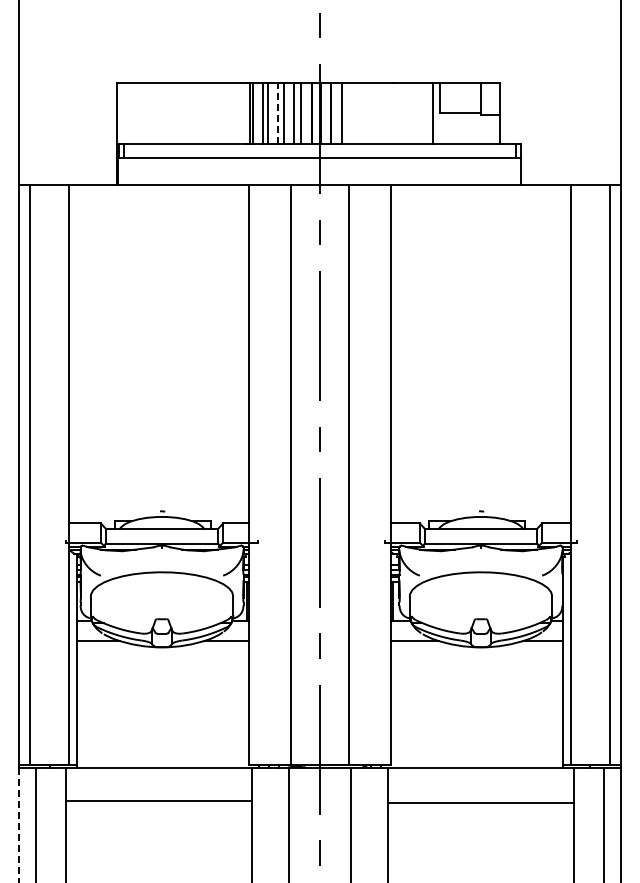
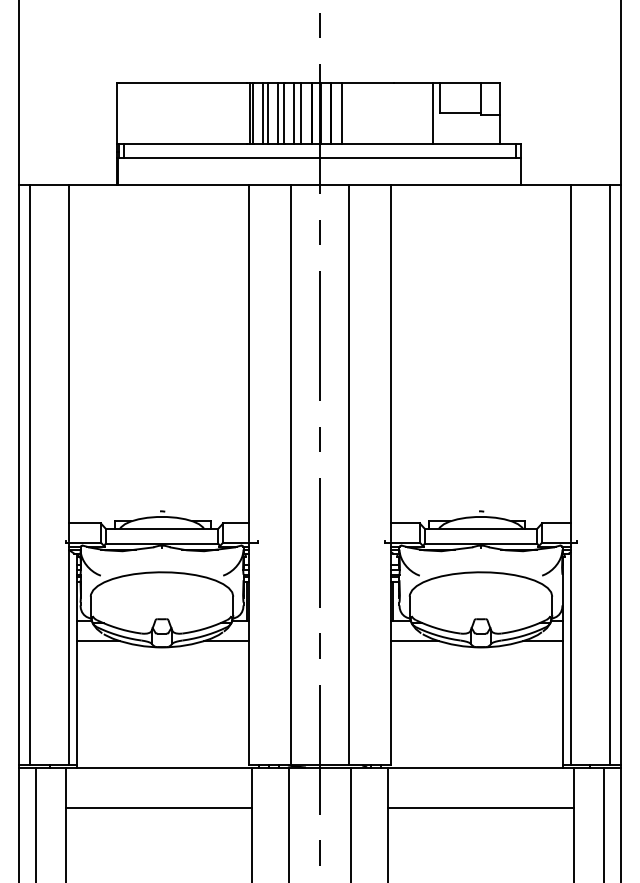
line at (278, 113): dashed -> solid
line at (159, 801) position: (159, 801) -> (159, 808)
line at (480, 803) position: (480, 803) -> (480, 808)
line at (19, 825): dashed -> solid
